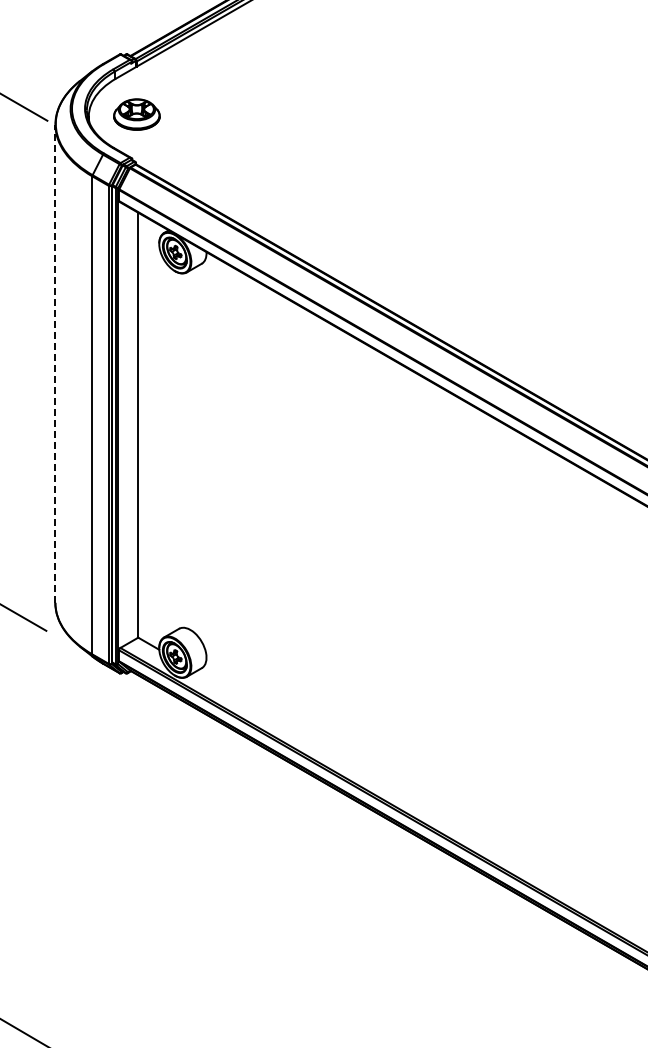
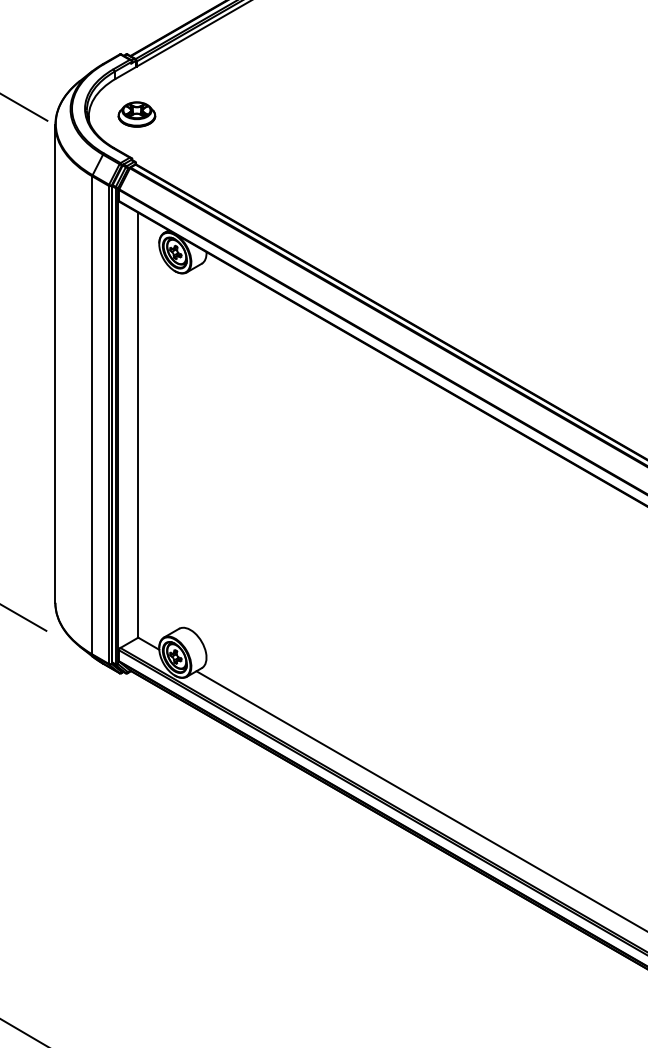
part at (136, 114) size: 48x33 px -> 40x27 px
line at (55, 363): dashed -> solid
line at (420, 800): none -> present
